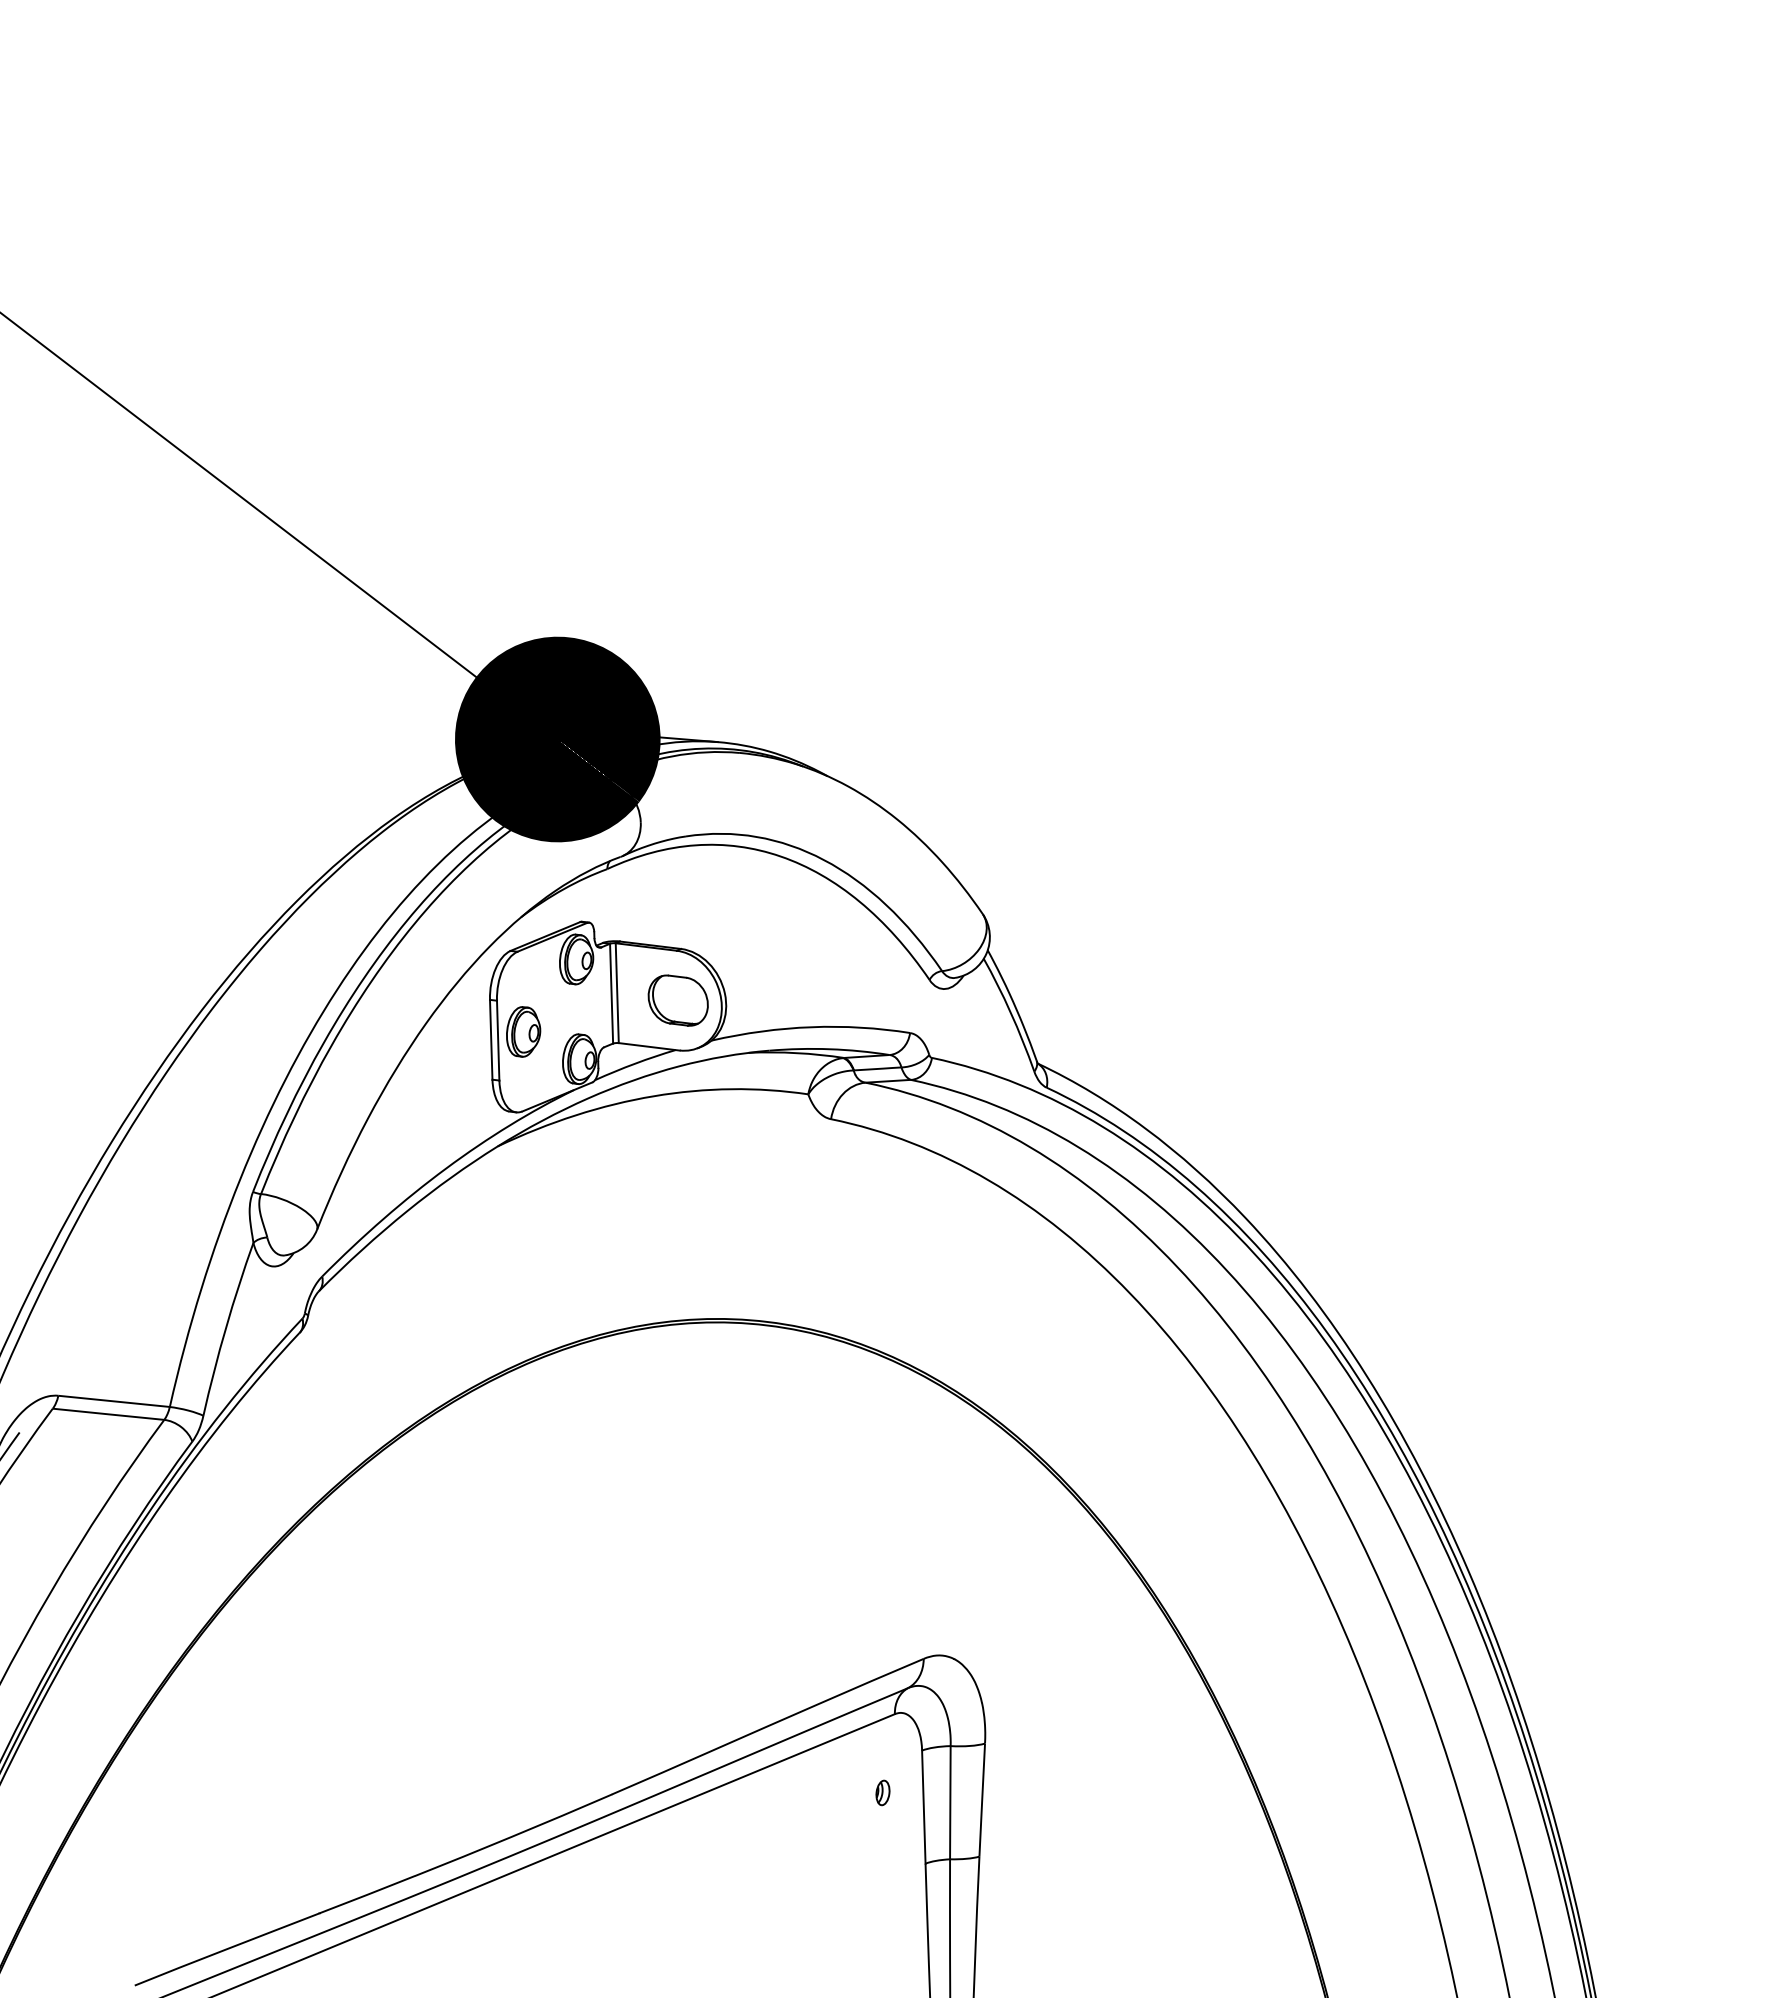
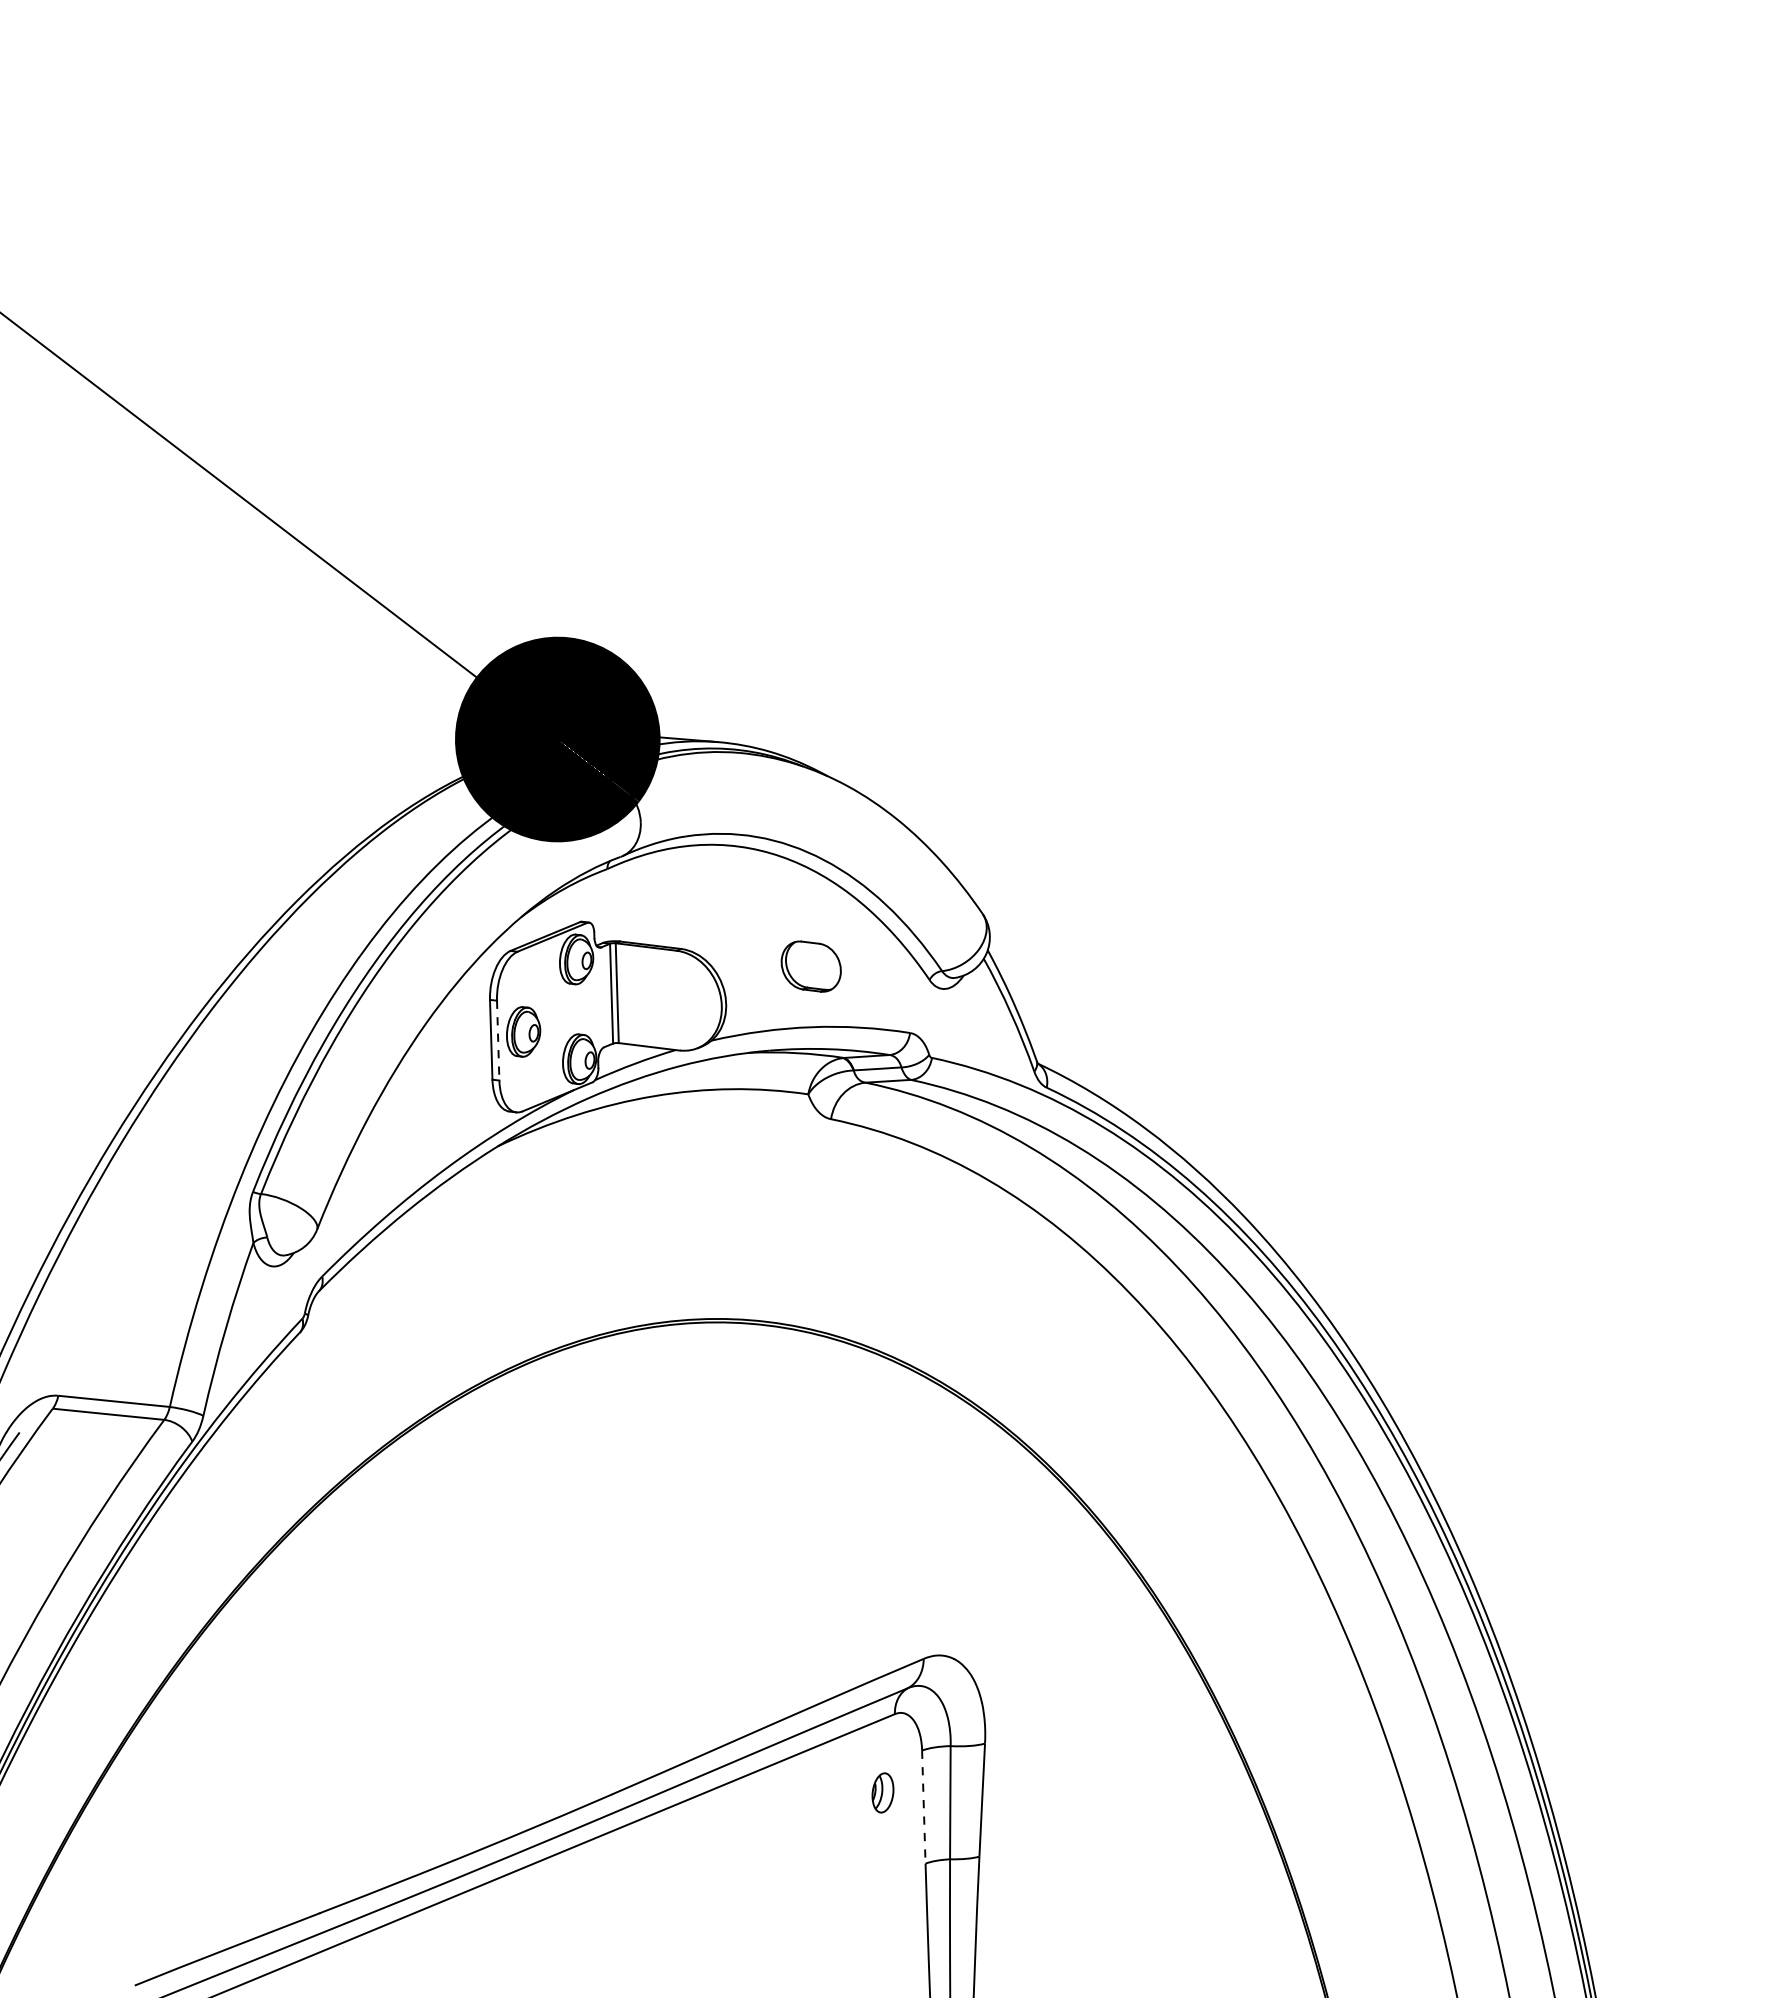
part at (677, 1000) position: (677, 1000) -> (810, 966)
line at (498, 1040): solid -> dashed
part at (882, 1792) size: 16x28 px -> 24x42 px
line at (923, 1807): solid -> dashed
